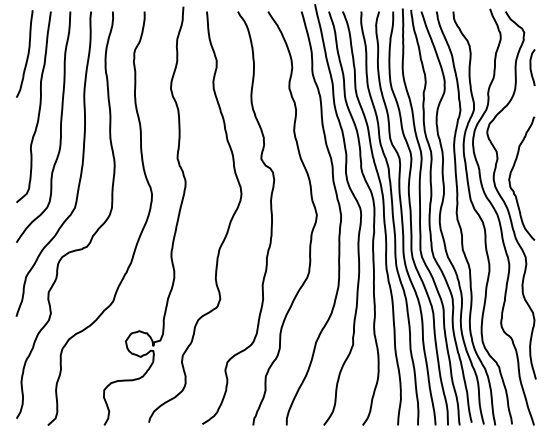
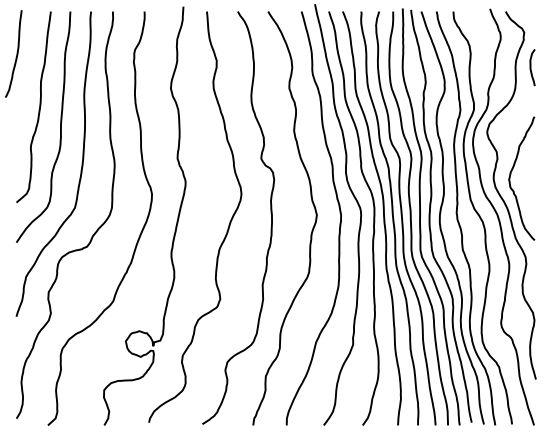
curve at (27, 53) position: (27, 53) -> (16, 53)
